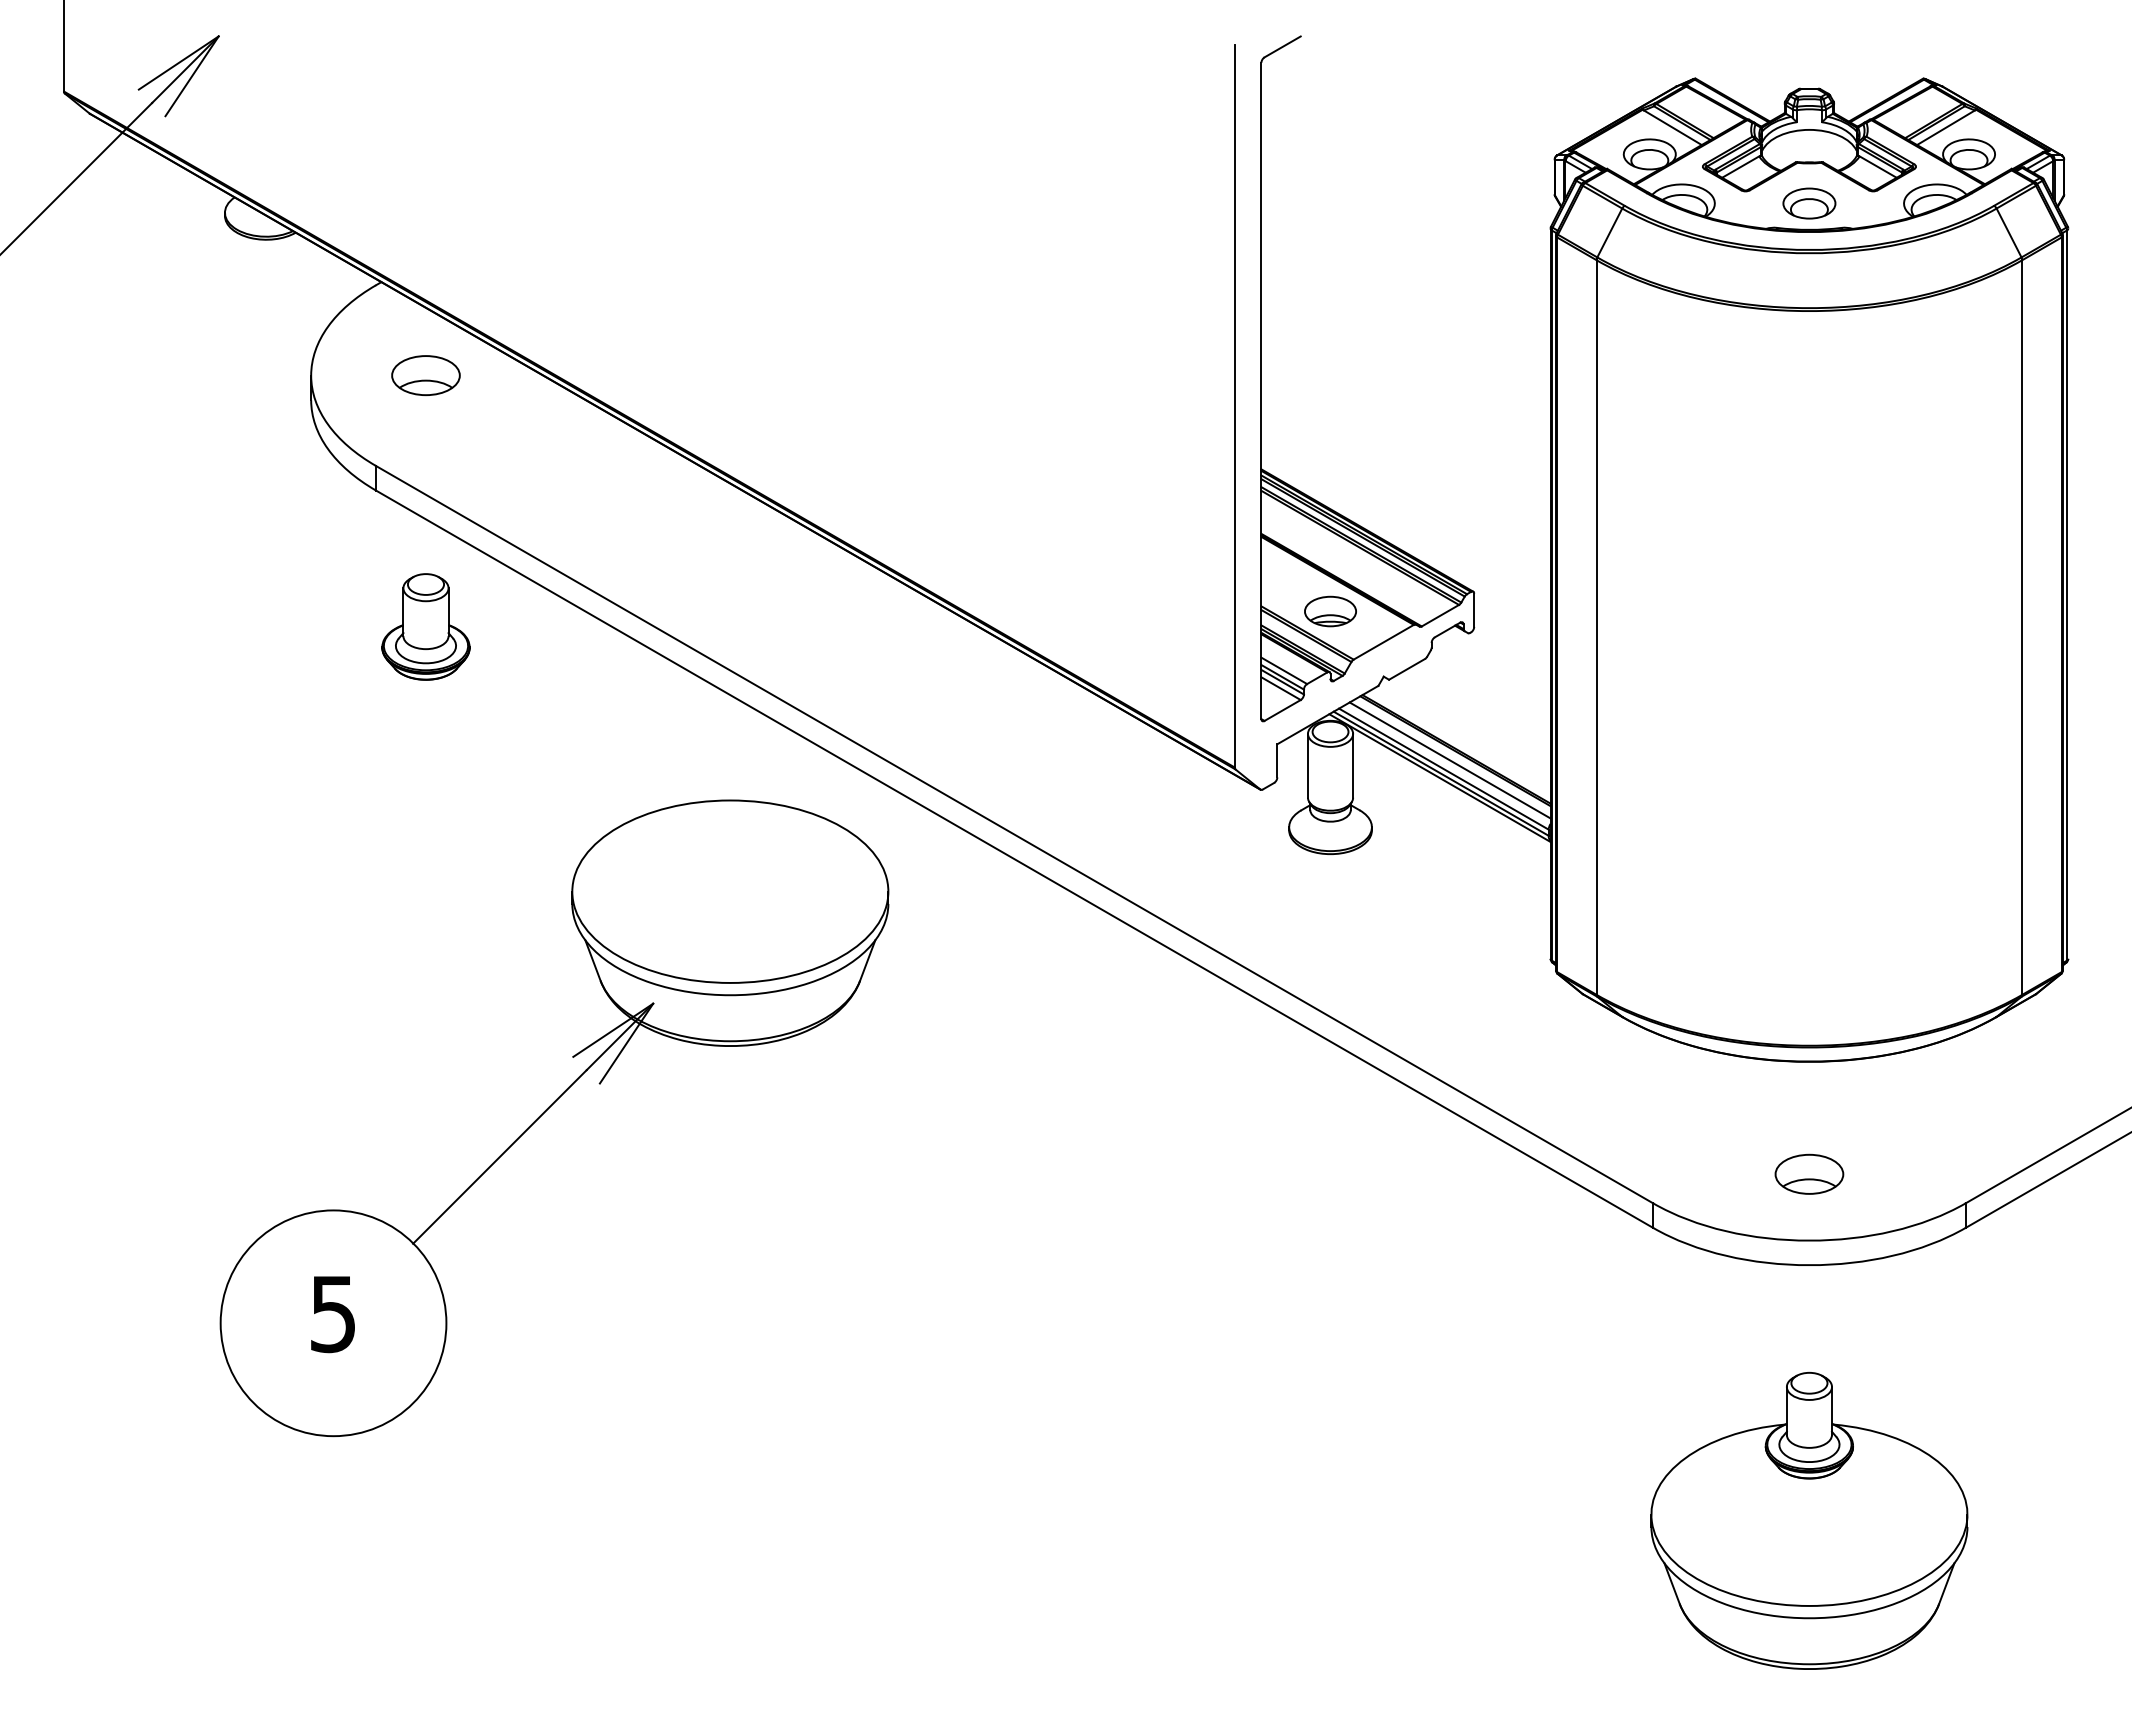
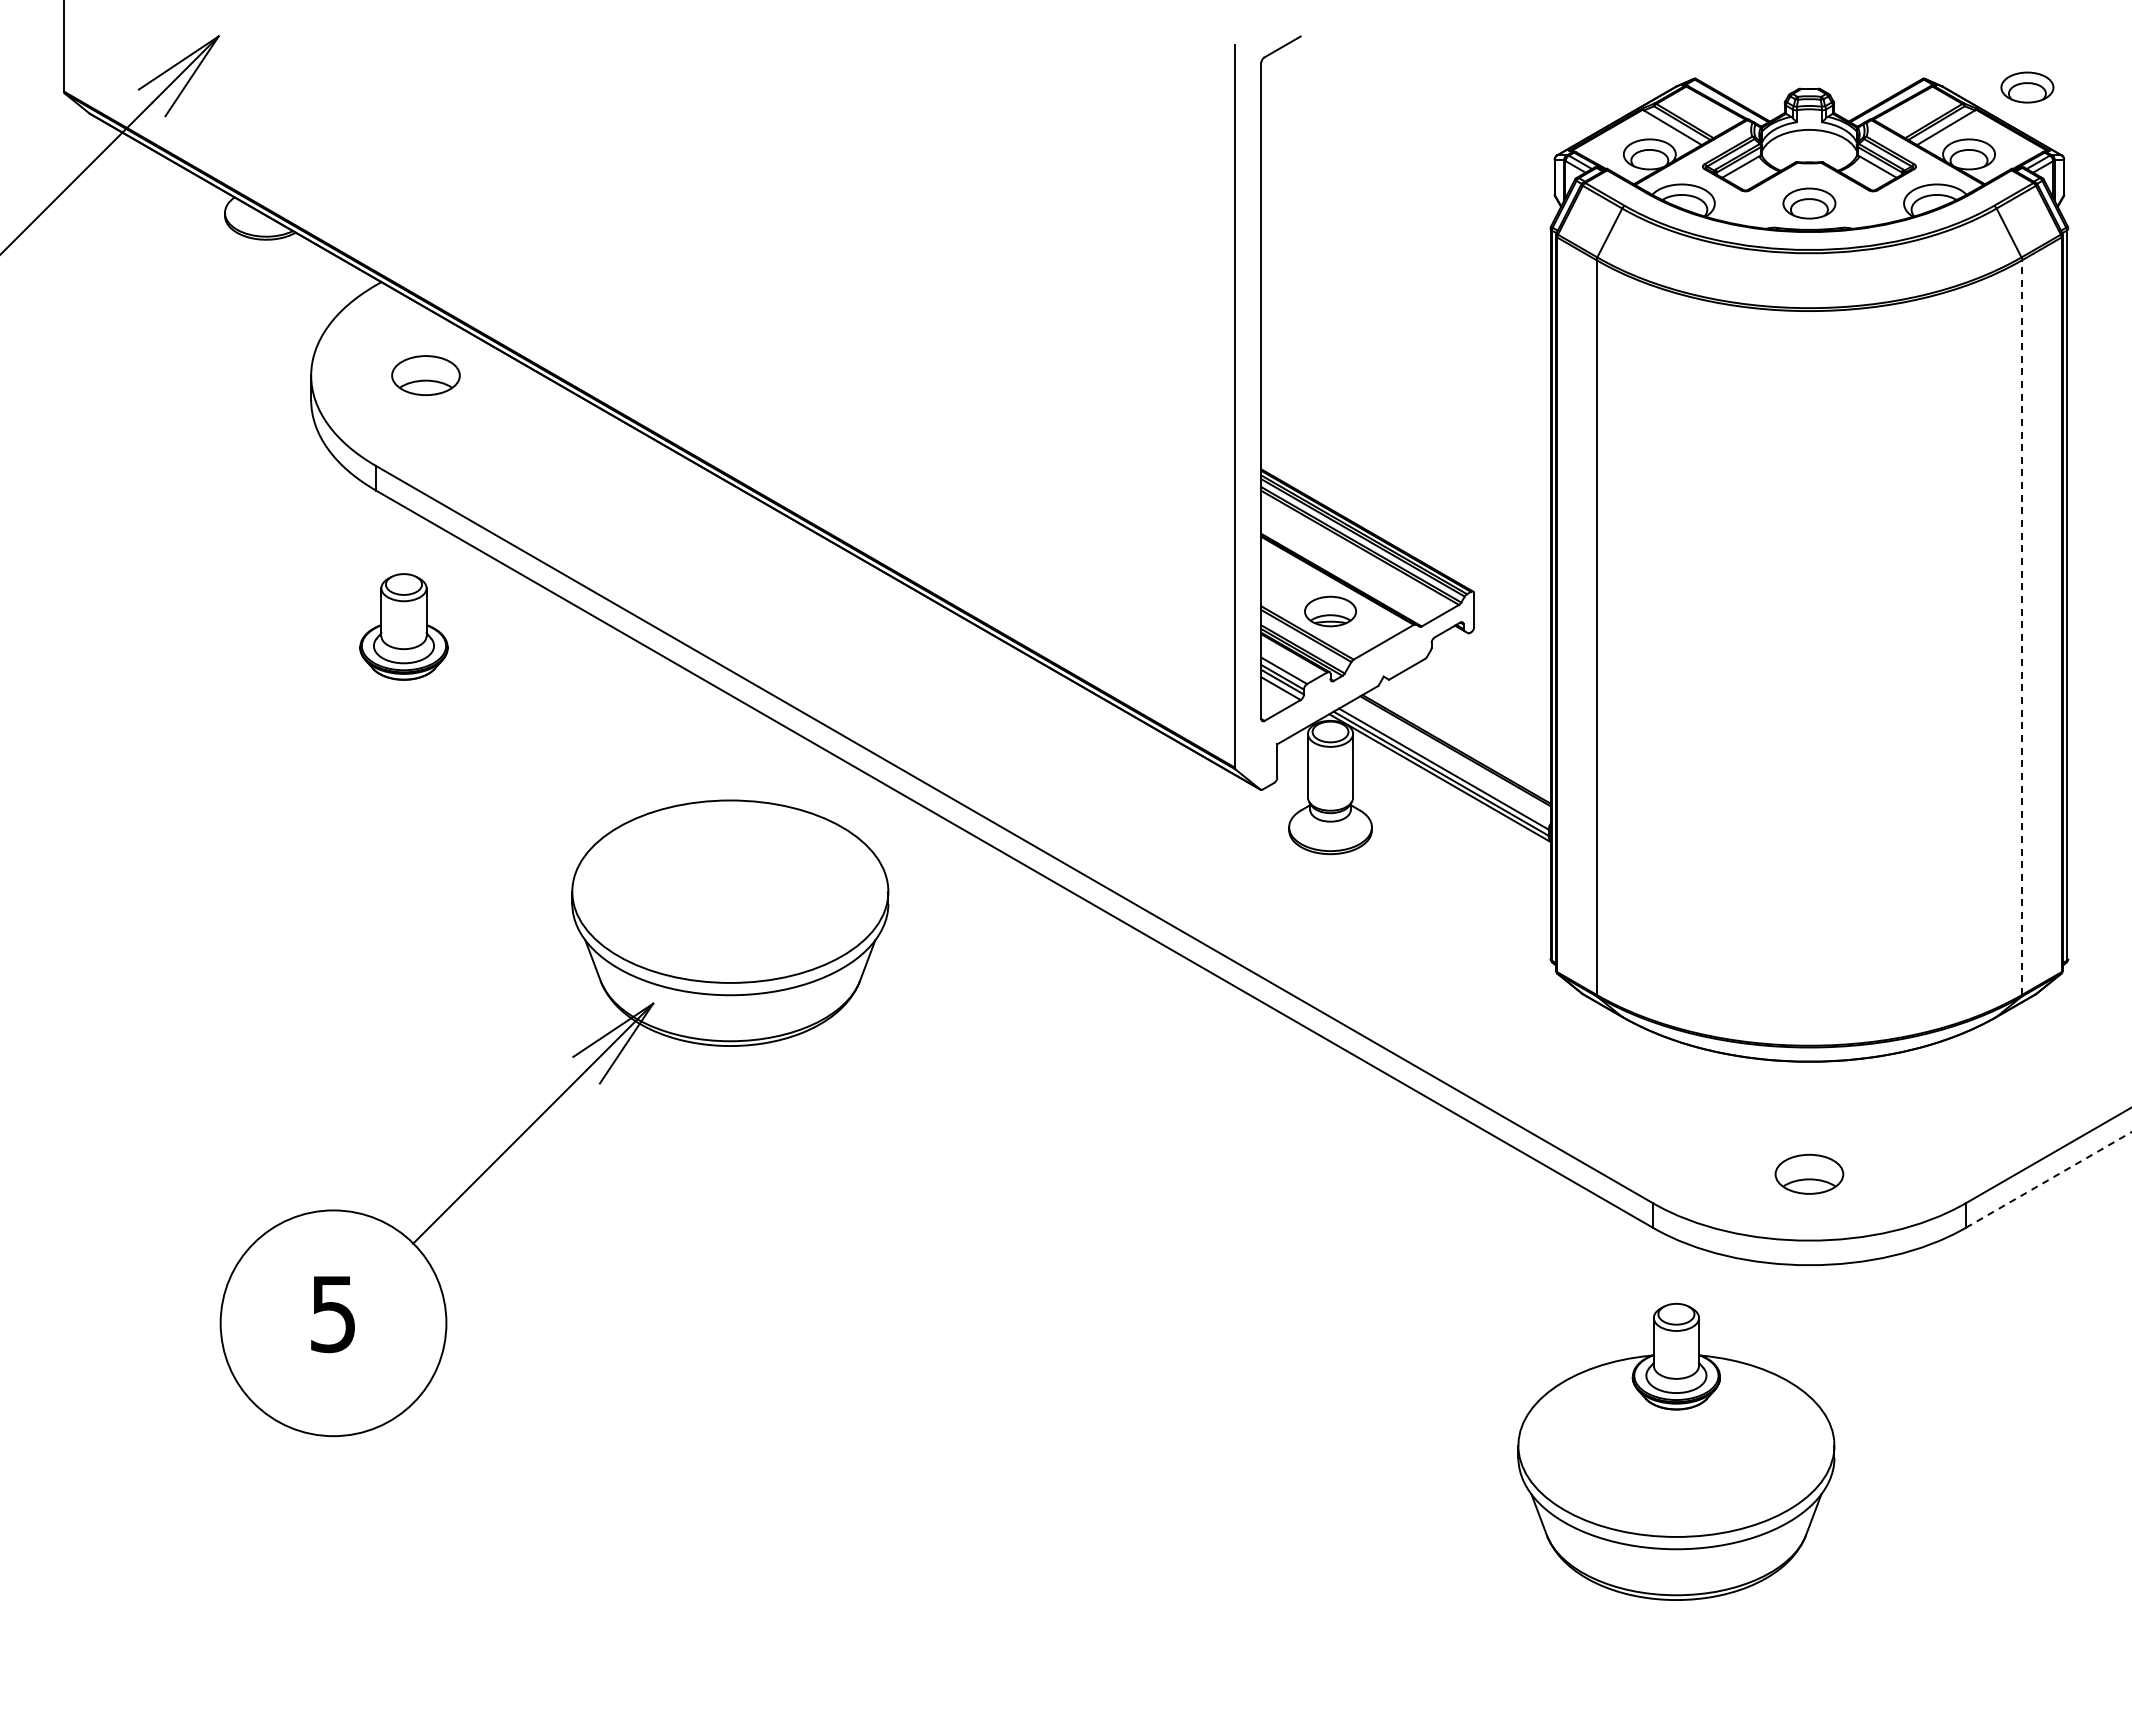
part at (2027, 87): none -> present
part at (425, 626) position: (425, 626) -> (403, 626)
line at (2022, 627): solid -> dashed
line at (1449, 760): present -> none
line at (2048, 1179): solid -> dashed
part at (1809, 1520) position: (1809, 1520) -> (1676, 1451)
